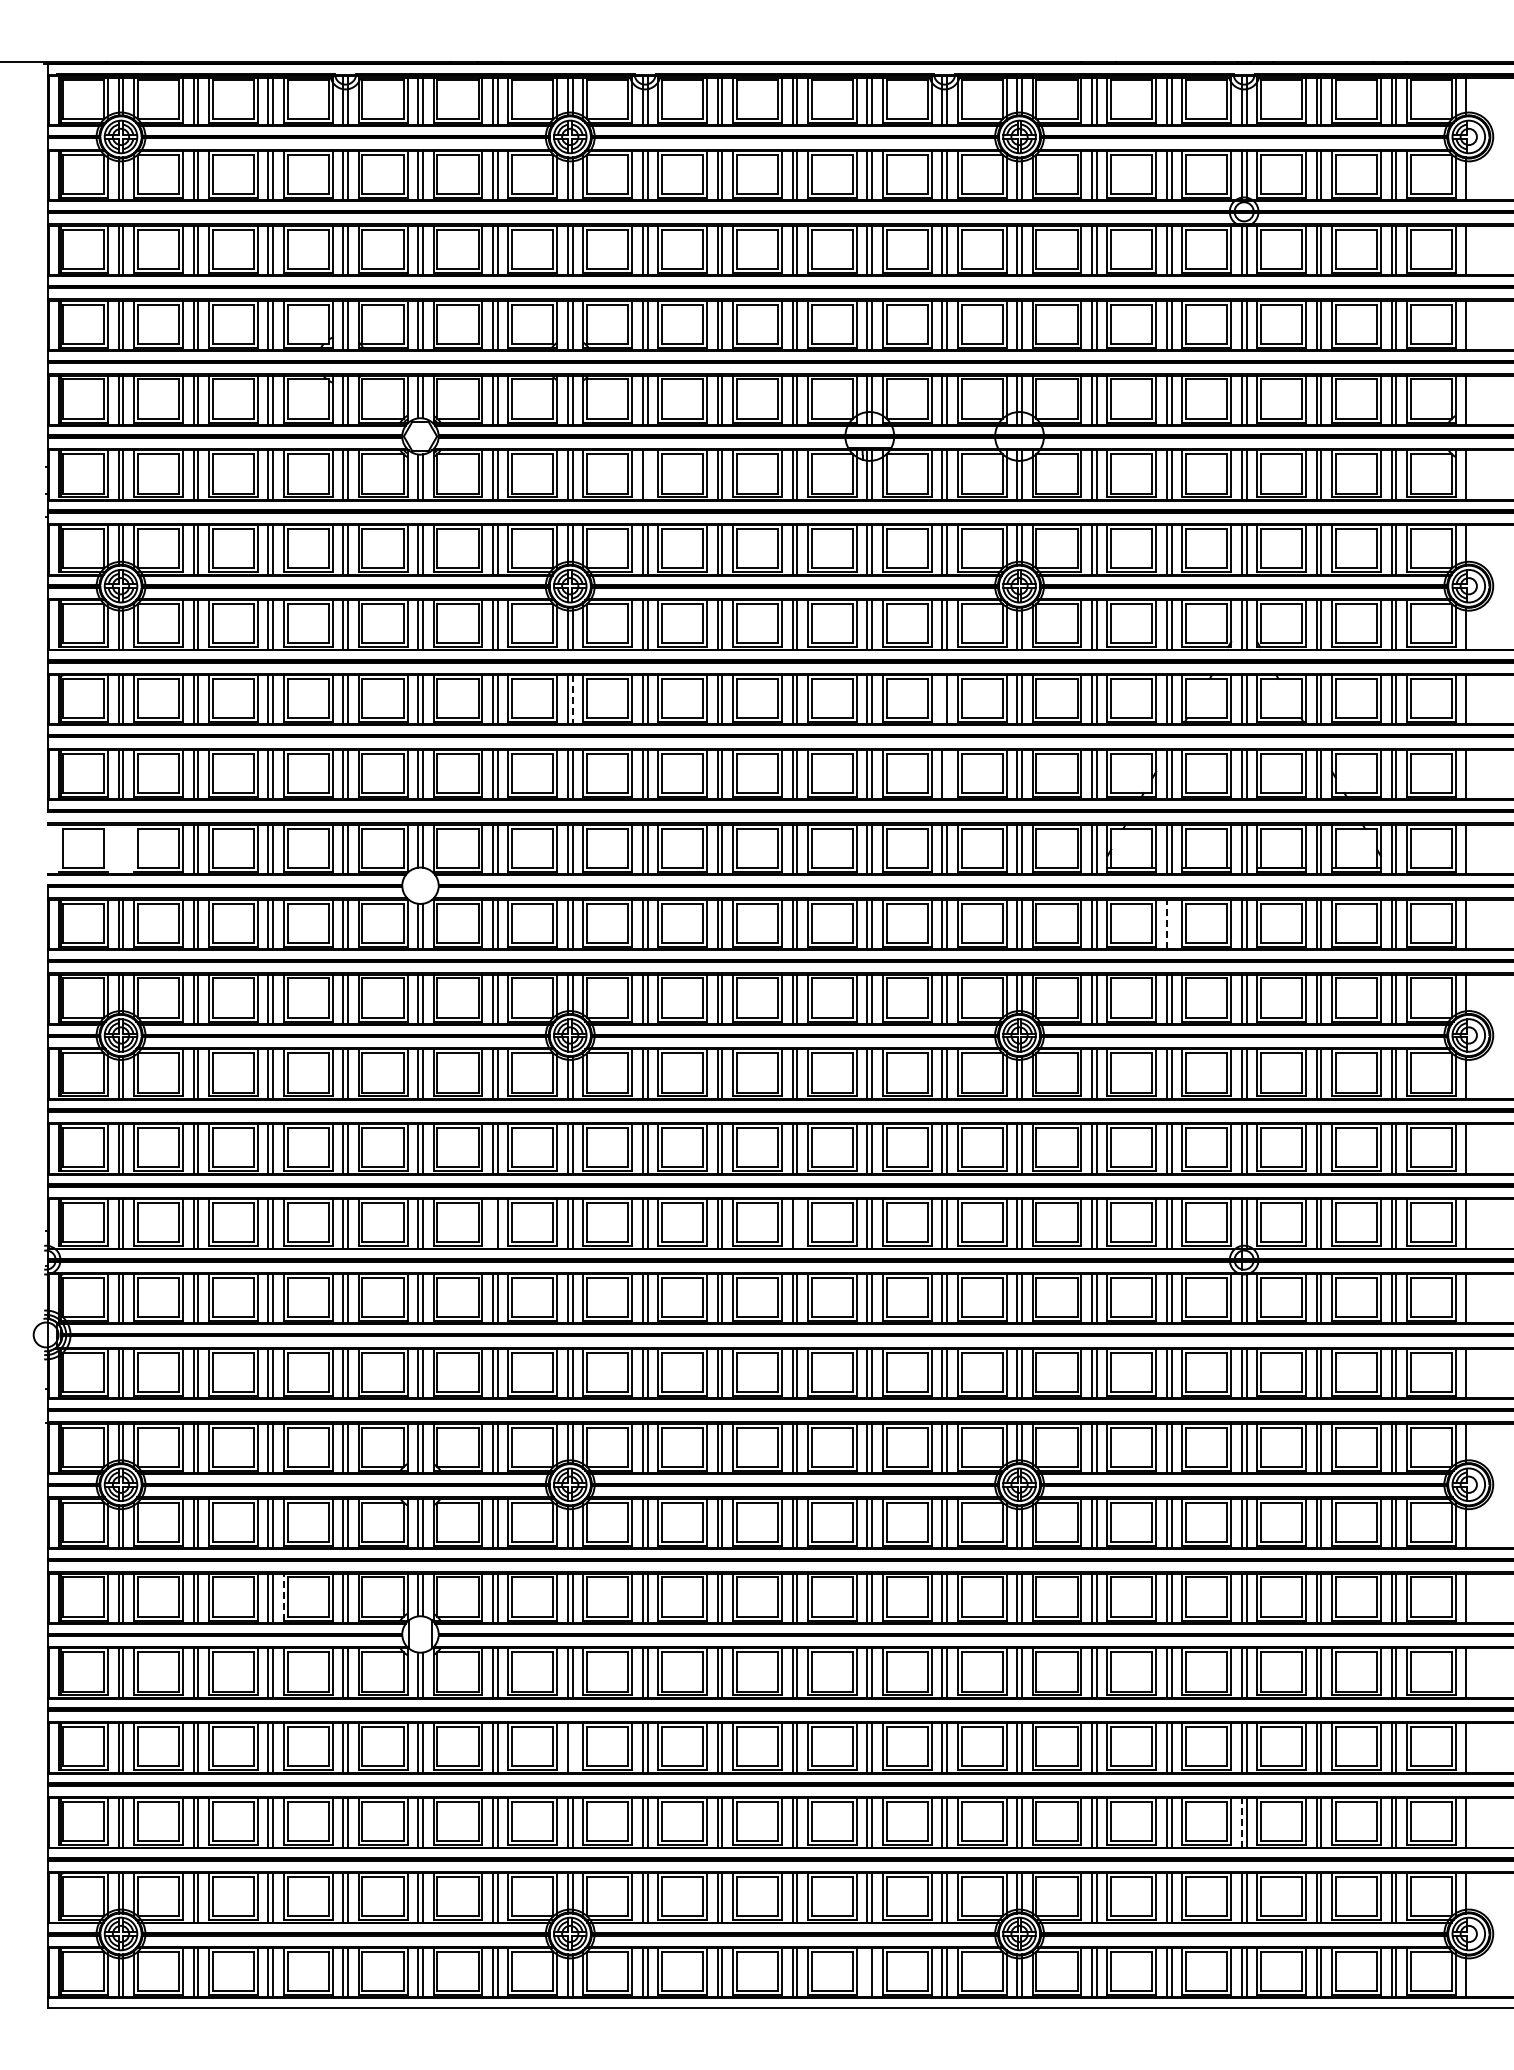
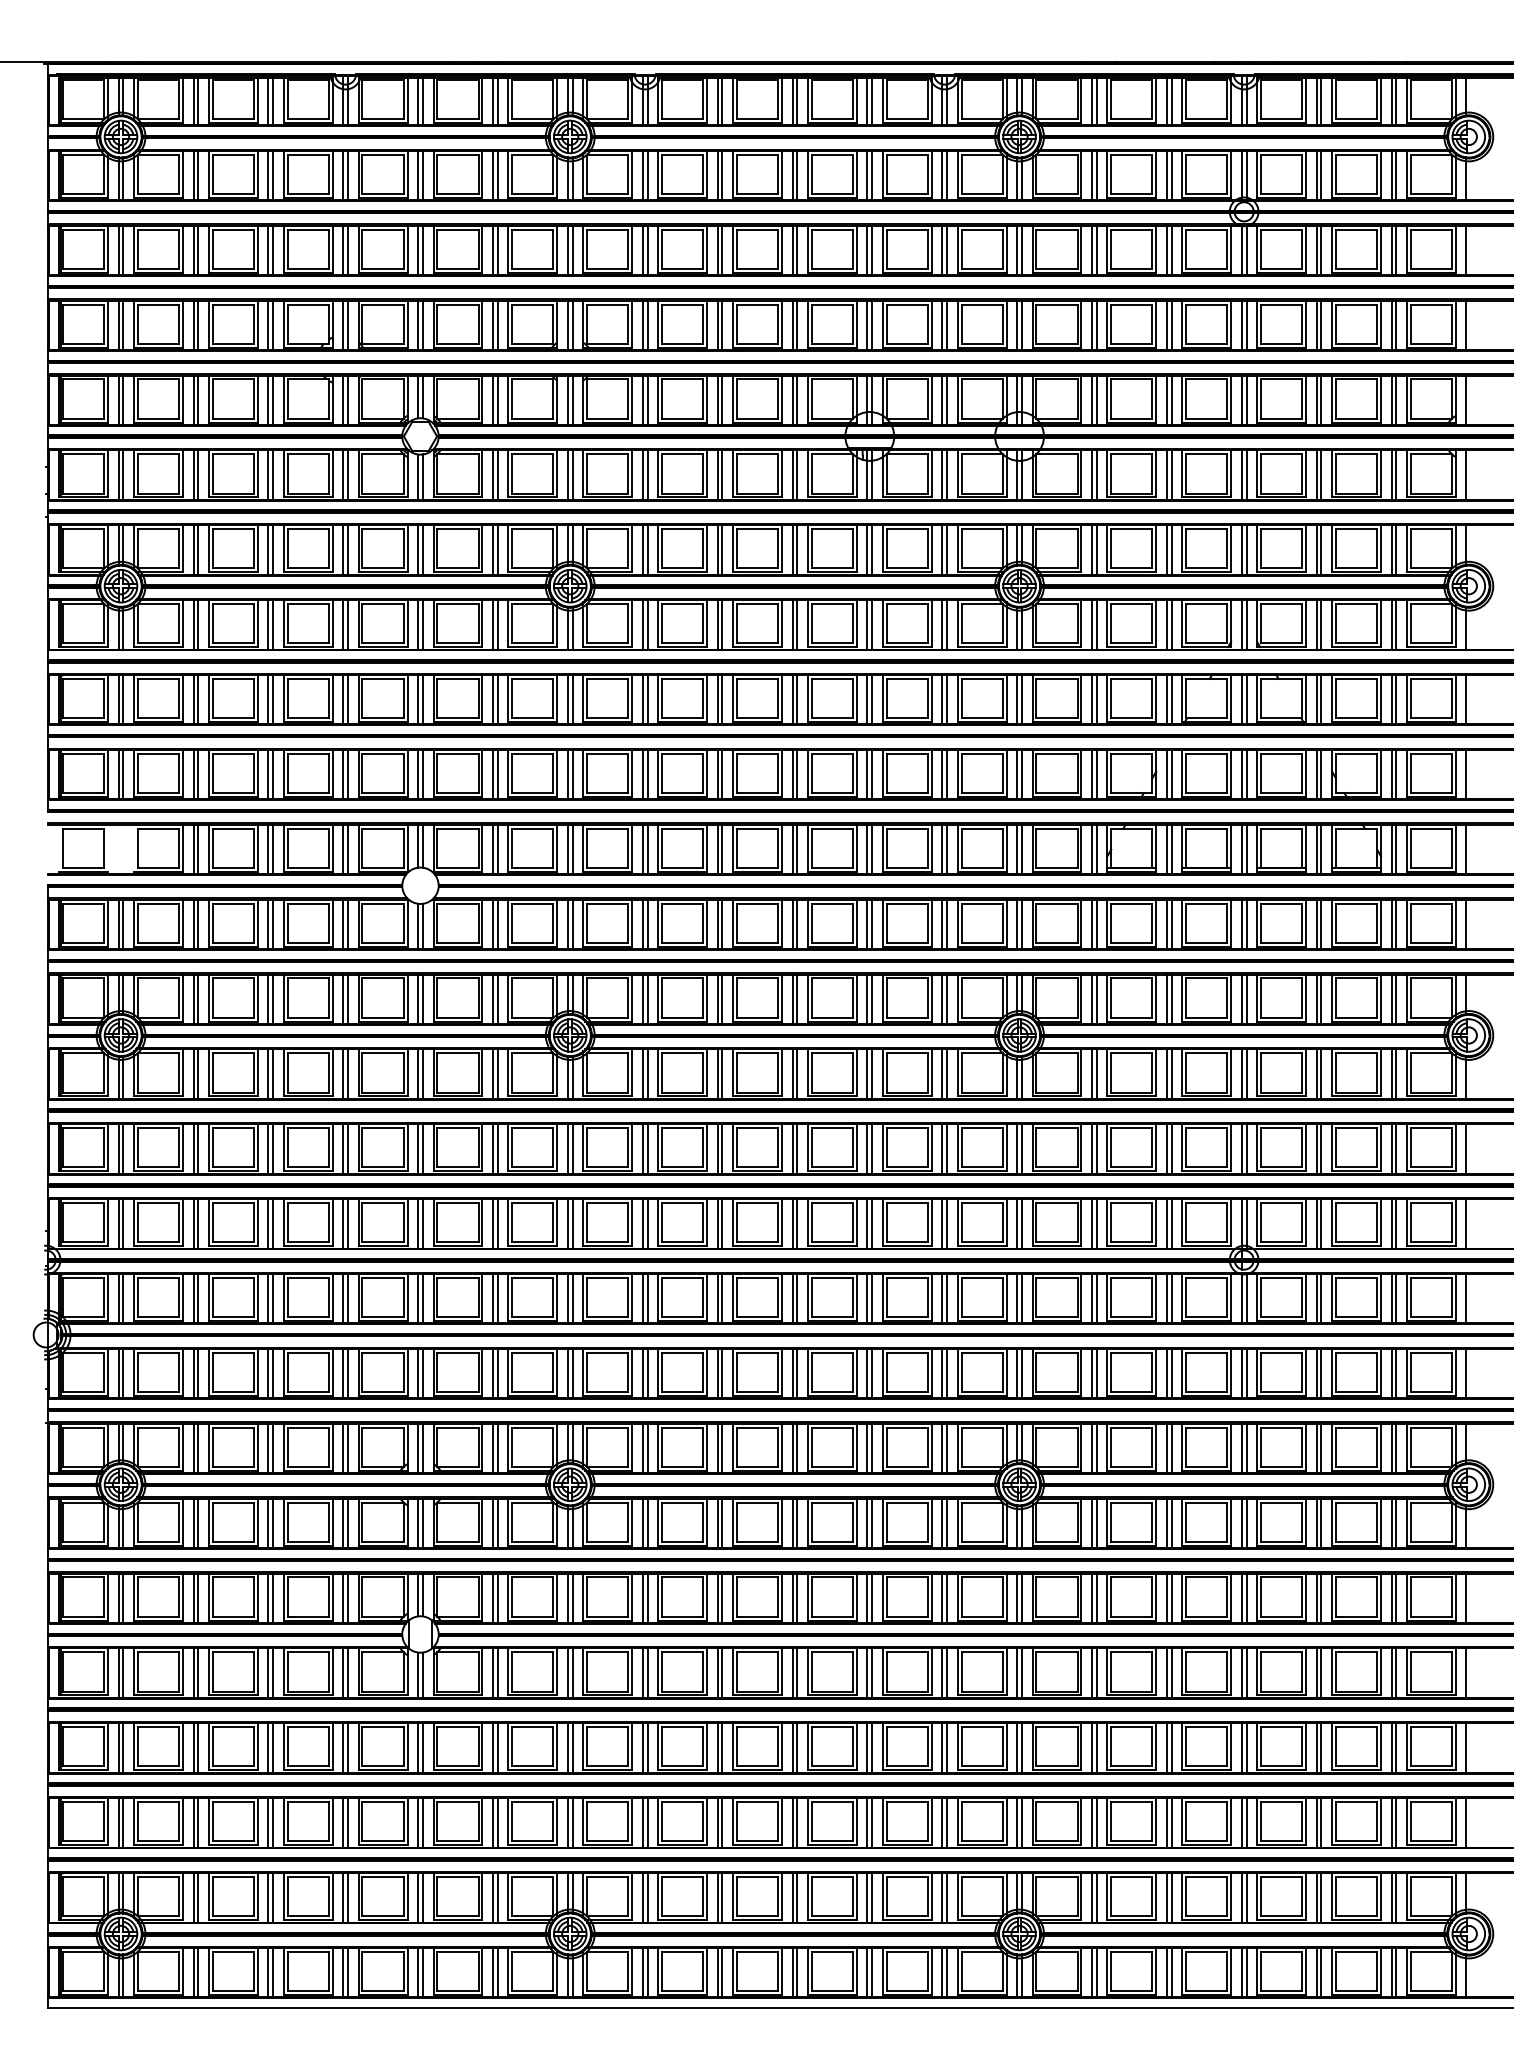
line at (647, 474): none -> present
line at (572, 699): dashed -> solid
line at (942, 699): none -> present
line at (947, 774): none -> present
line at (1166, 924): dashed -> solid
line at (1171, 924): none -> present
line at (493, 1223): none -> present
line at (797, 1223): none -> present
line at (283, 1596): dashed -> solid
line at (572, 1747): none -> present
line at (1241, 1822): dashed -> solid
line at (867, 1972): none -> present
